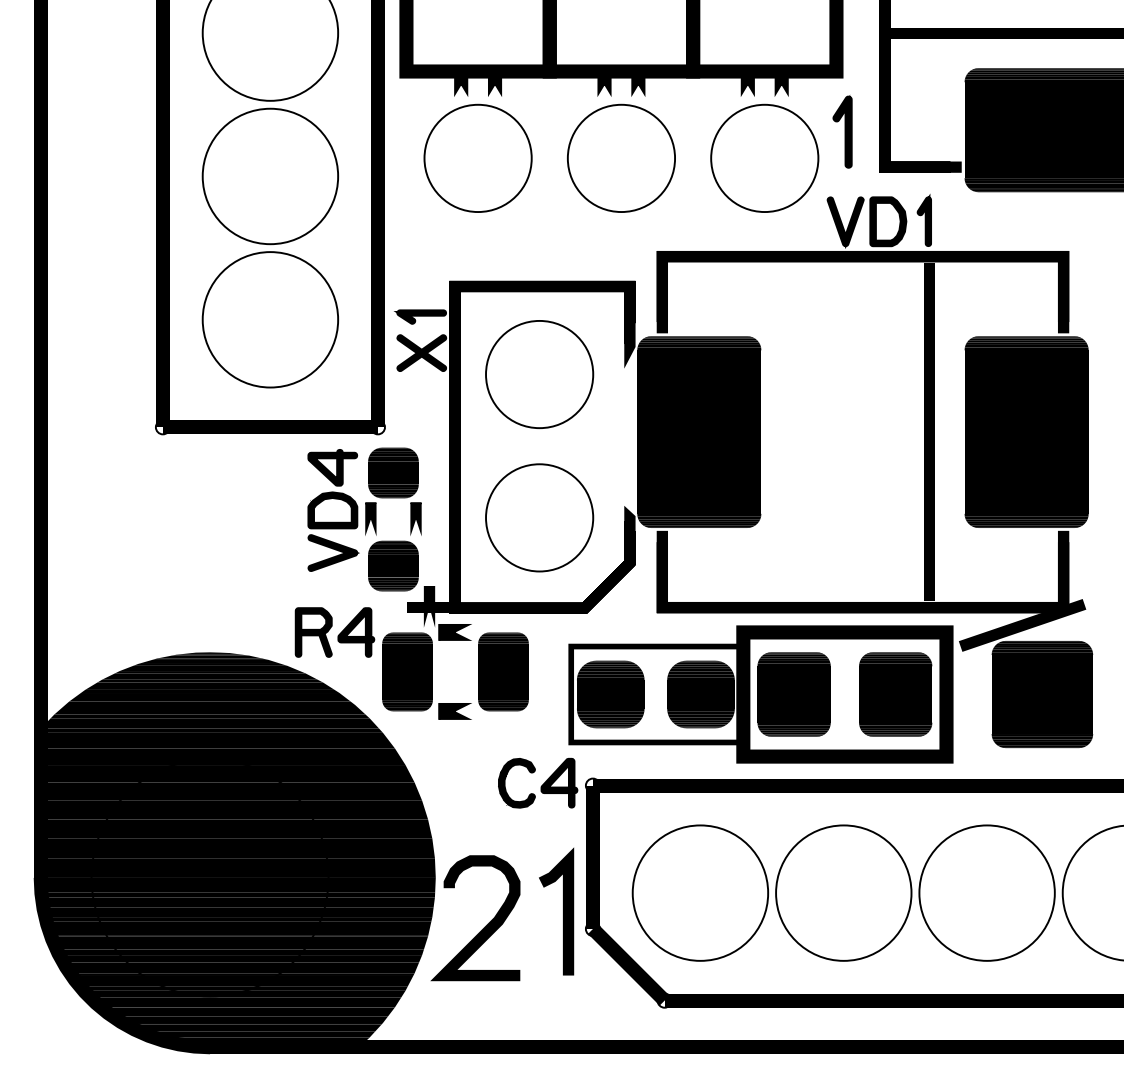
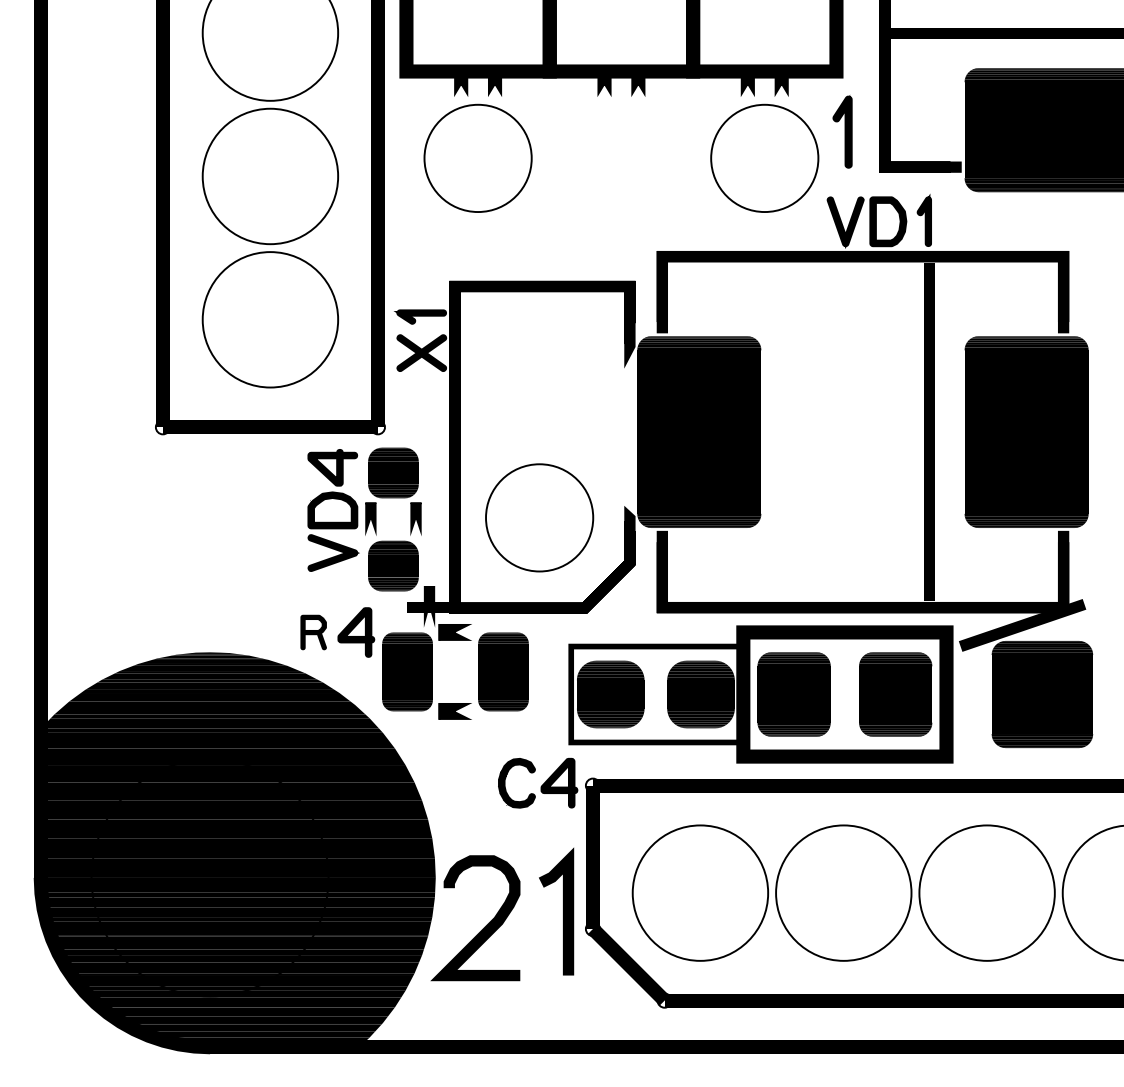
part at (621, 157): present -> none
part at (539, 374): present -> none
part at (313, 632) size: 39x51 px -> 27x37 px
